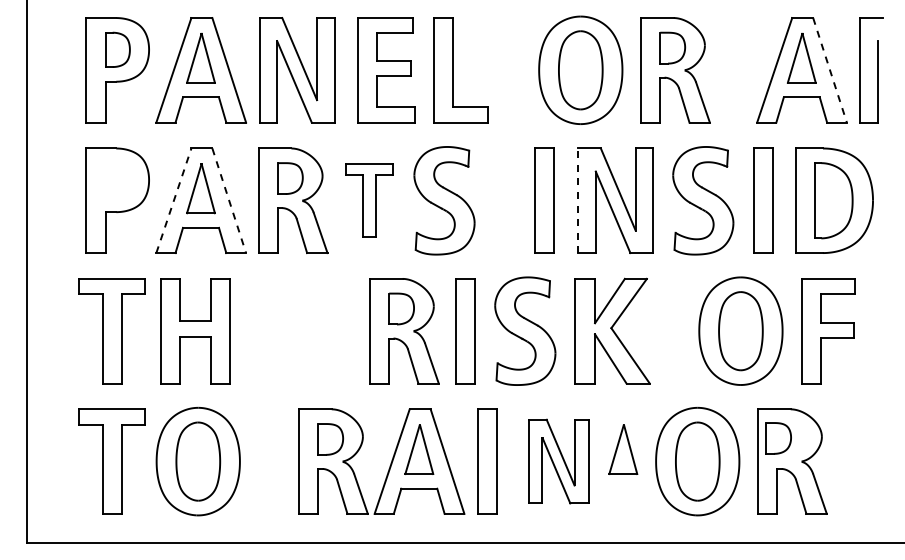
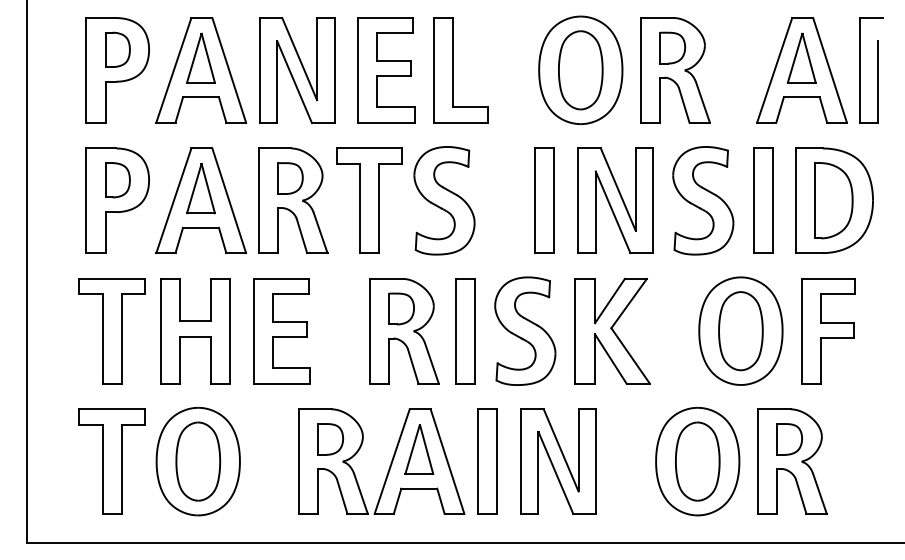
line at (830, 70): dashed -> solid
part at (117, 180): none -> present
line at (174, 200): dashed -> solid
line at (229, 200): dashed -> solid
part at (369, 200) size: 49x75 px -> 67x107 px
line at (578, 200): dashed -> solid
part at (281, 331): none -> present
part at (778, 438) position: (778, 438) -> (789, 439)
part at (623, 449): present -> none
part at (558, 461) size: 62x87 px -> 77x107 px
